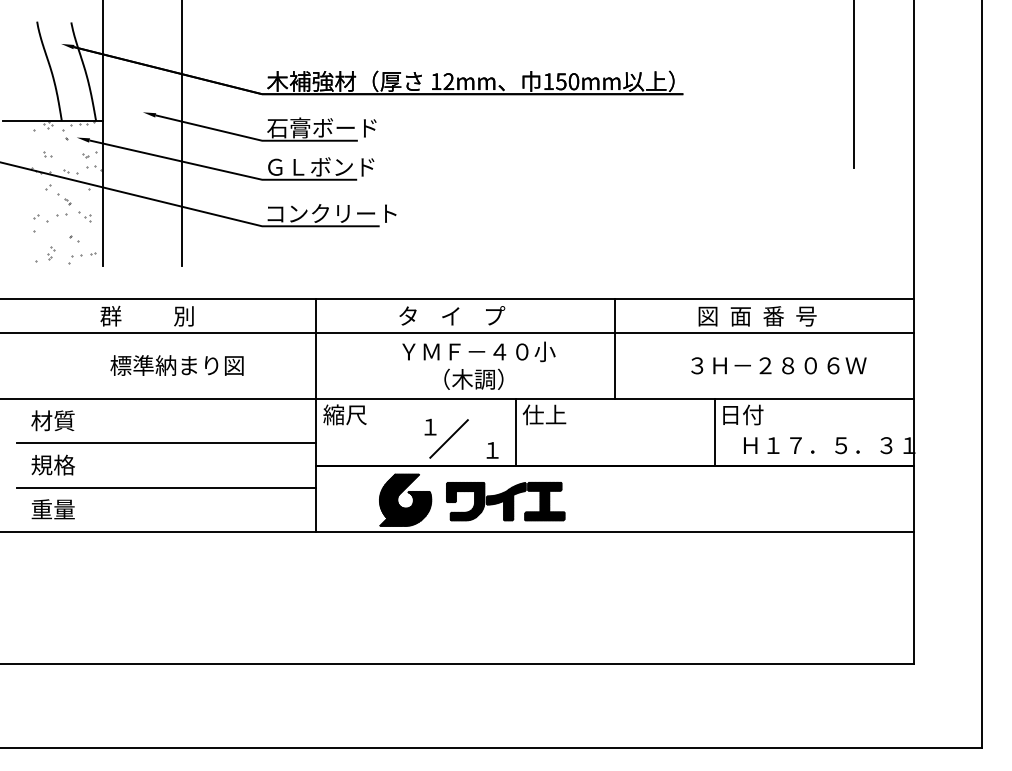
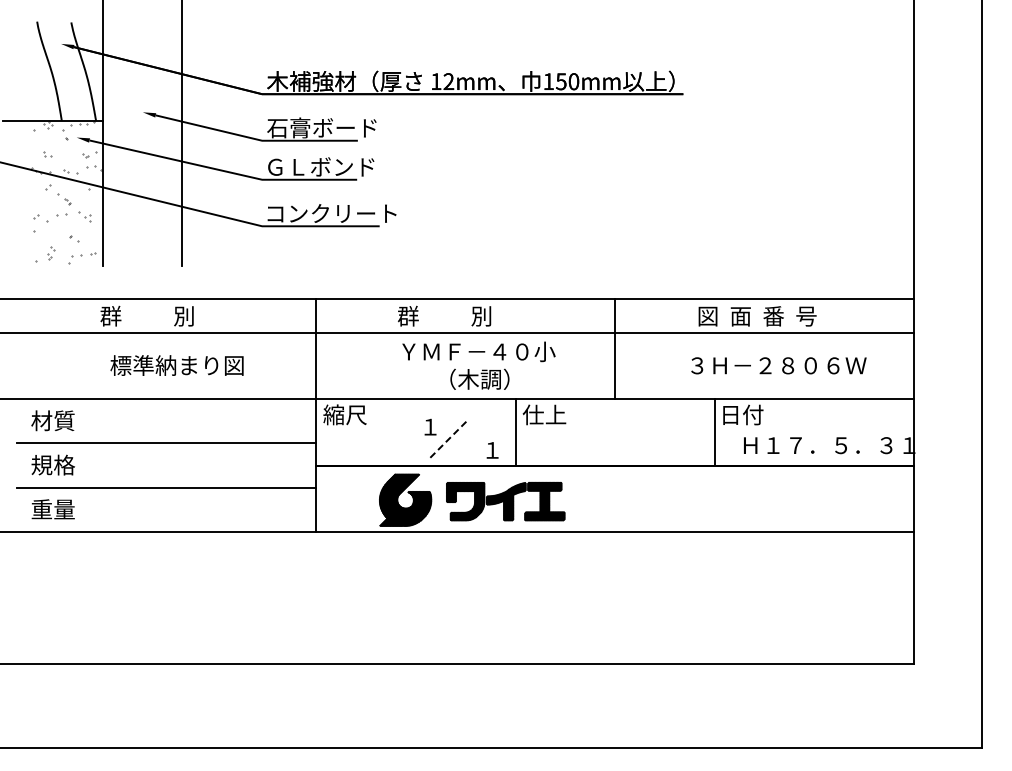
line at (853, 84): present -> none
text at (451, 315): タ    イ    プ -> 群          別
text at (473, 378) position: (473, 378) -> (479, 378)
line at (449, 438): solid -> dashed
